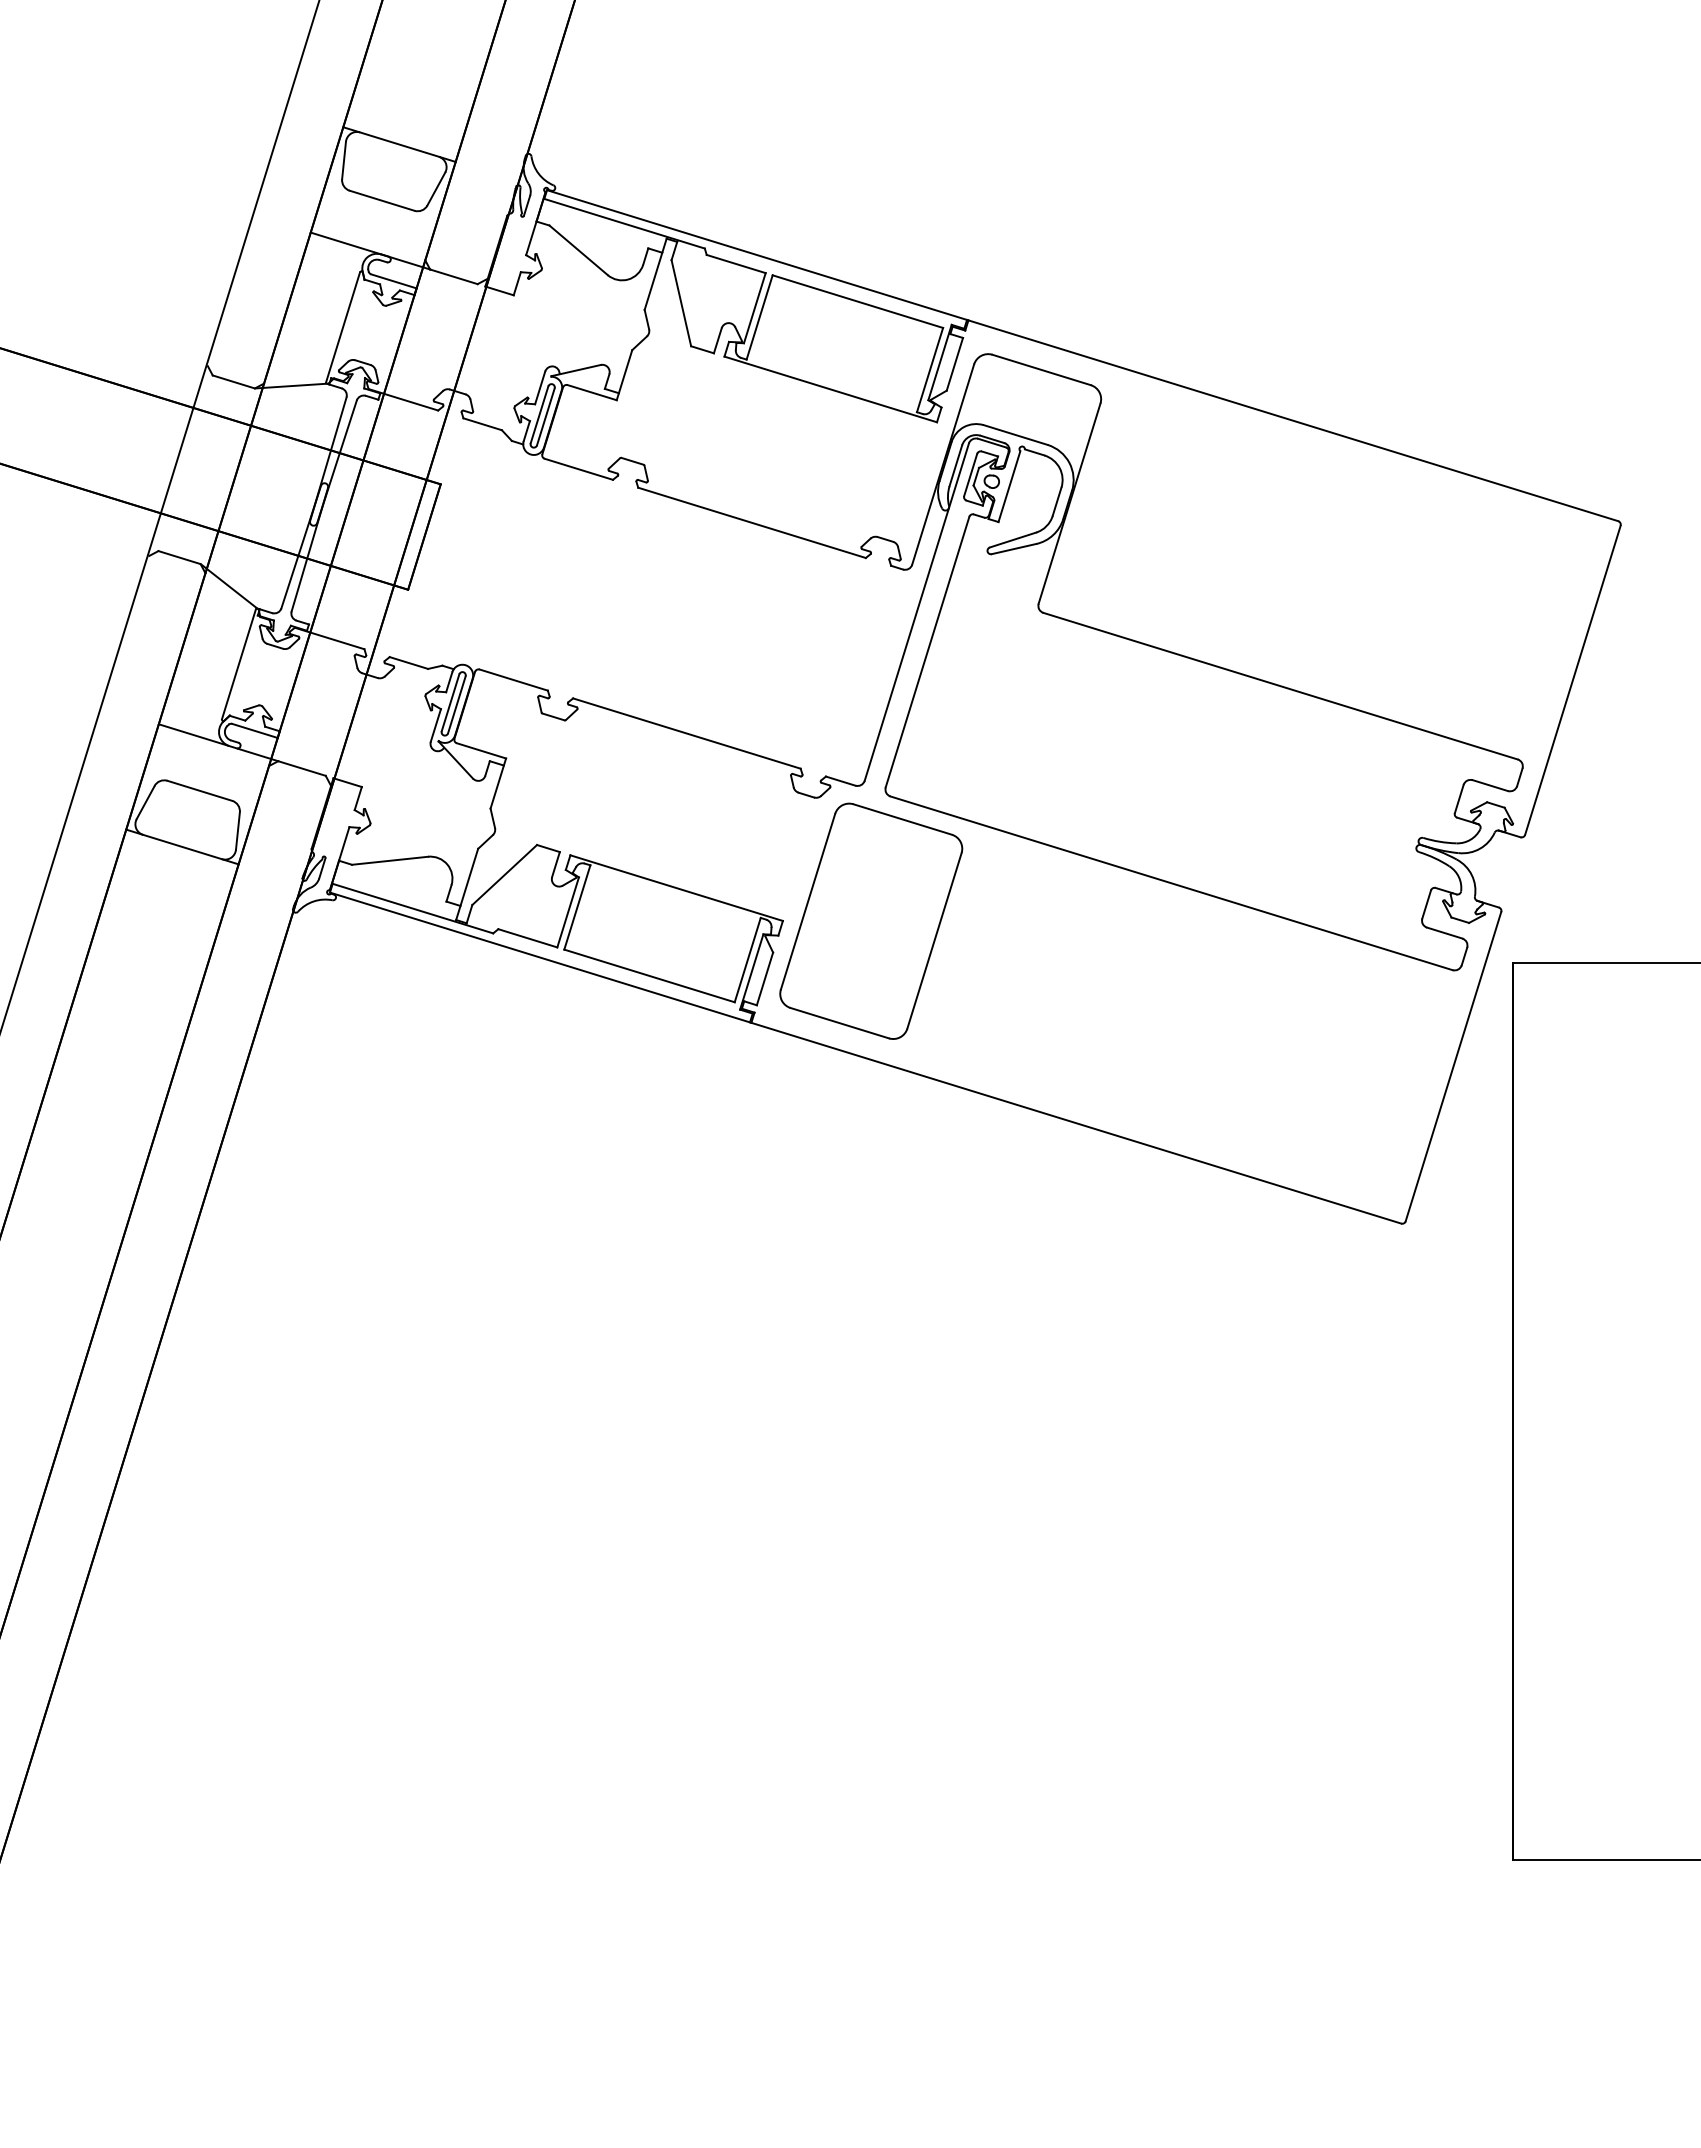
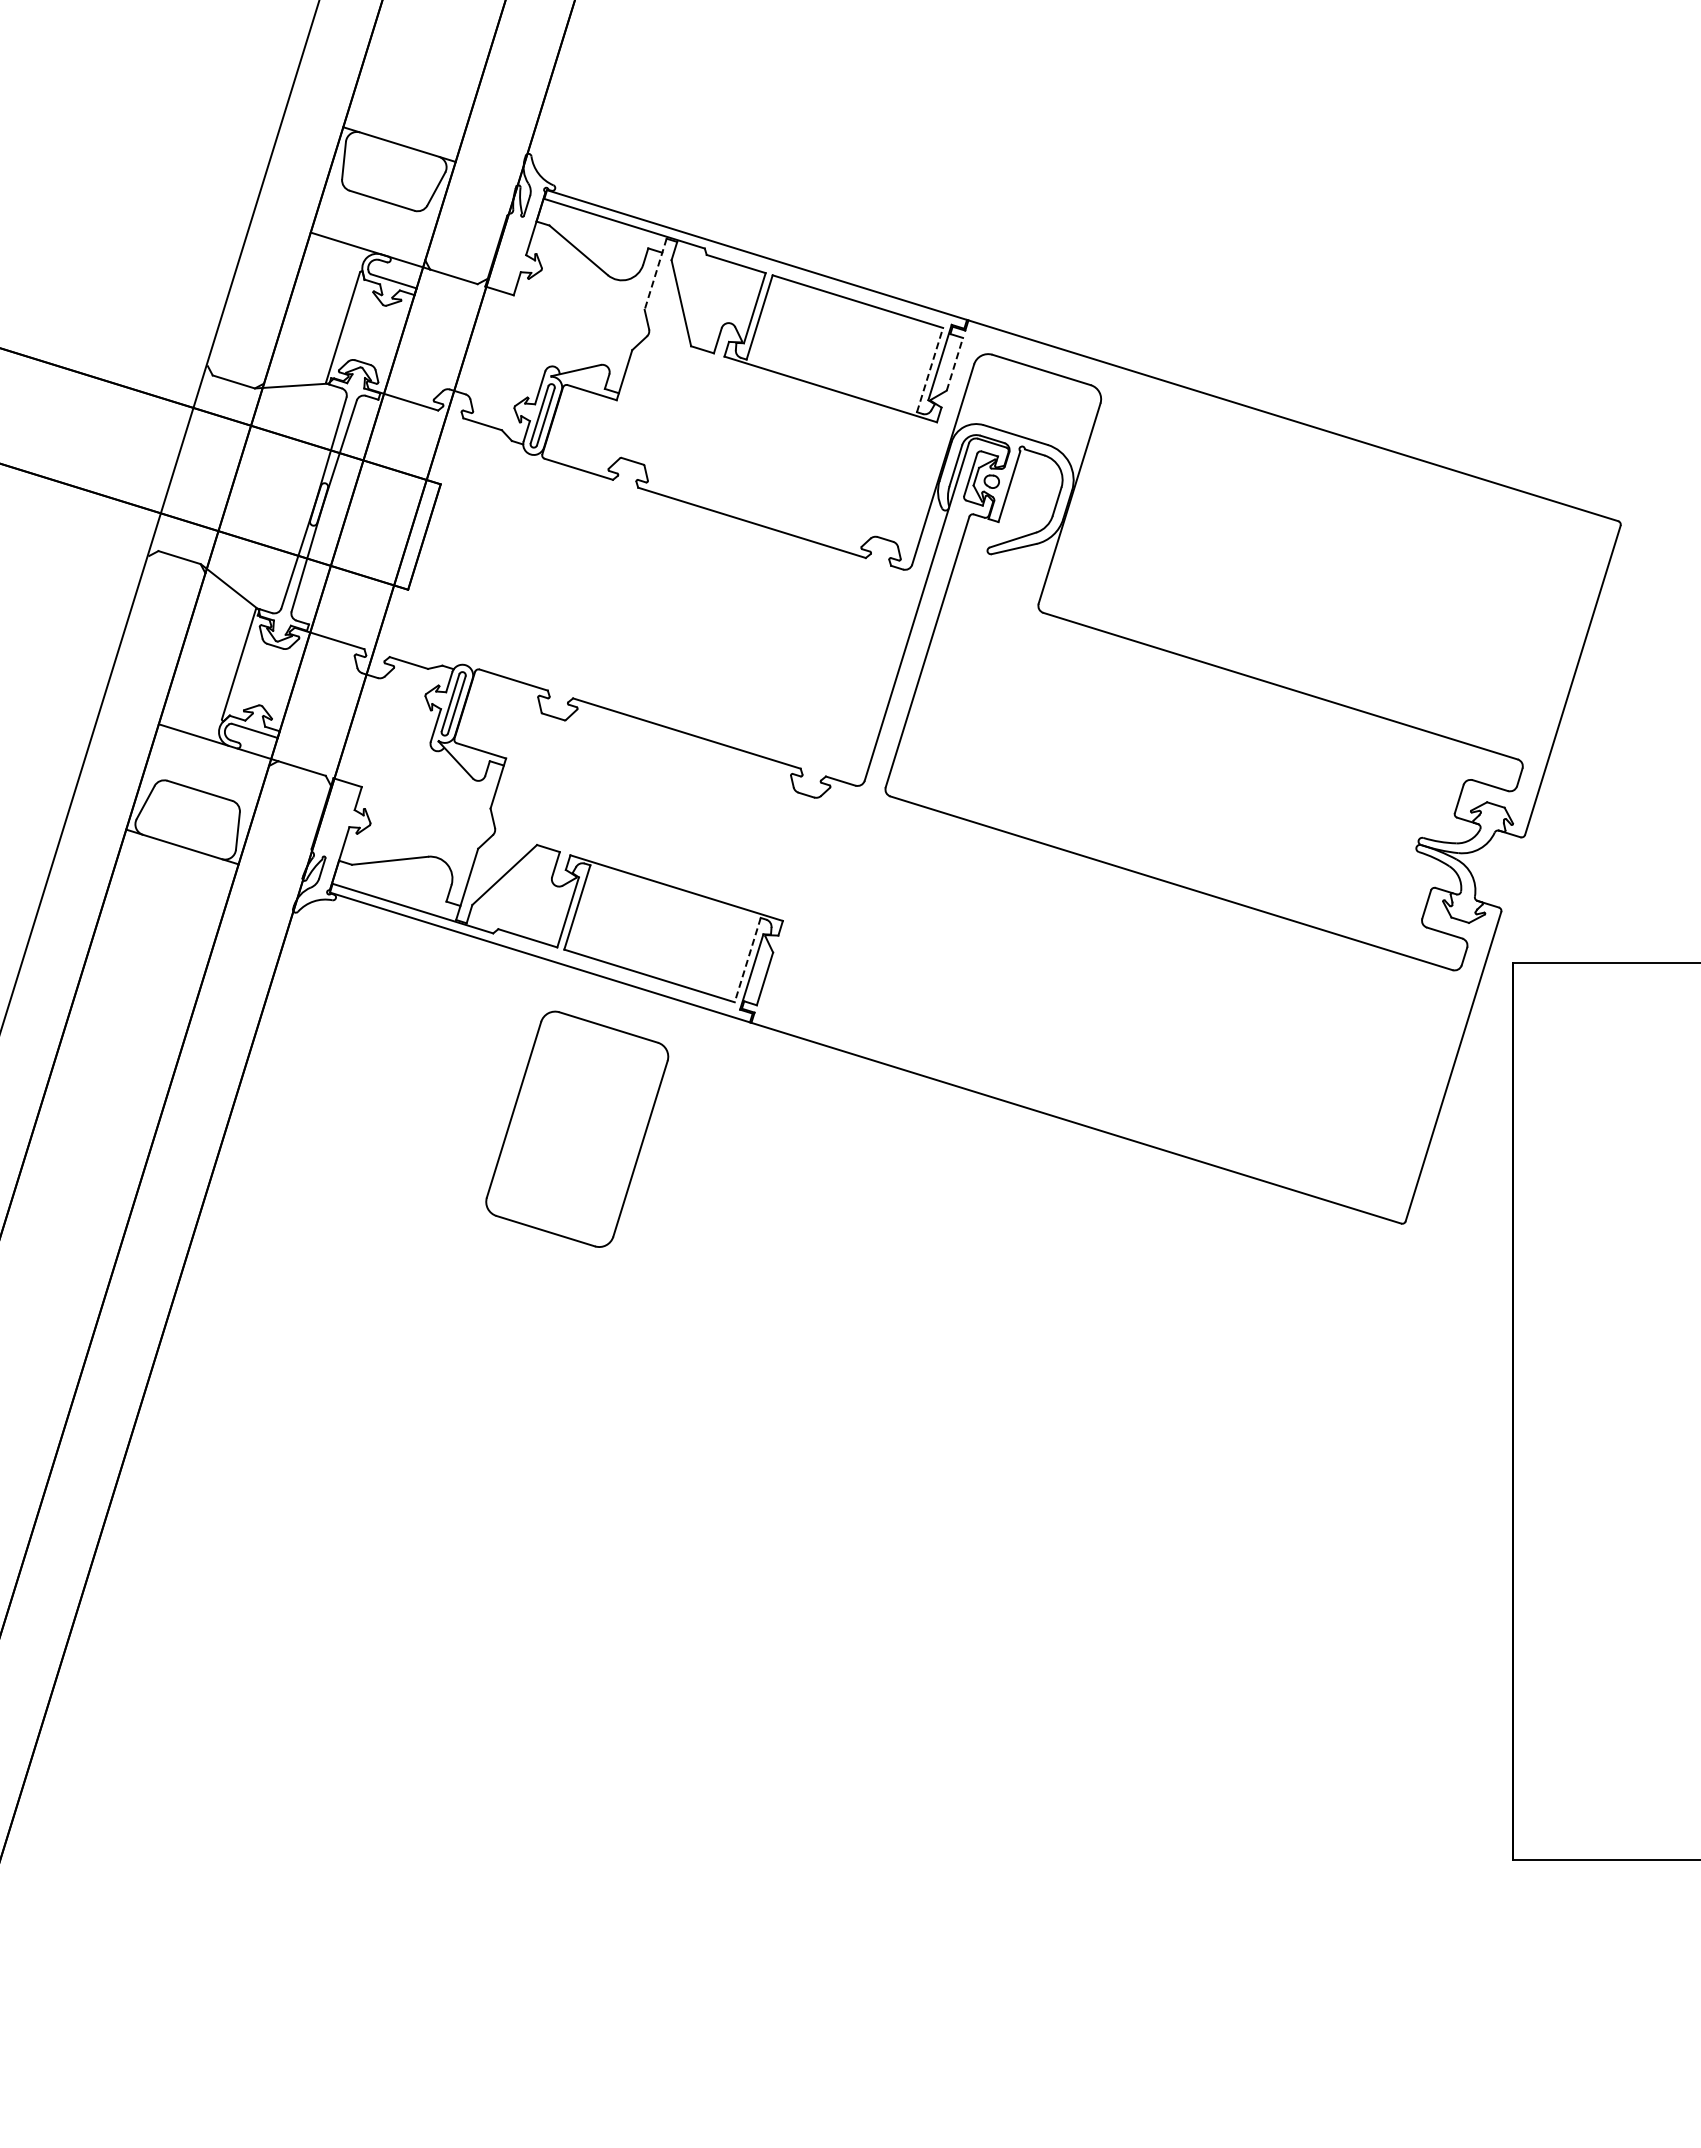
line at (655, 274): solid -> dashed
line at (954, 364): solid -> dashed
line at (930, 369): solid -> dashed
part at (871, 920) position: (871, 920) -> (577, 1128)
line at (747, 960): solid -> dashed
